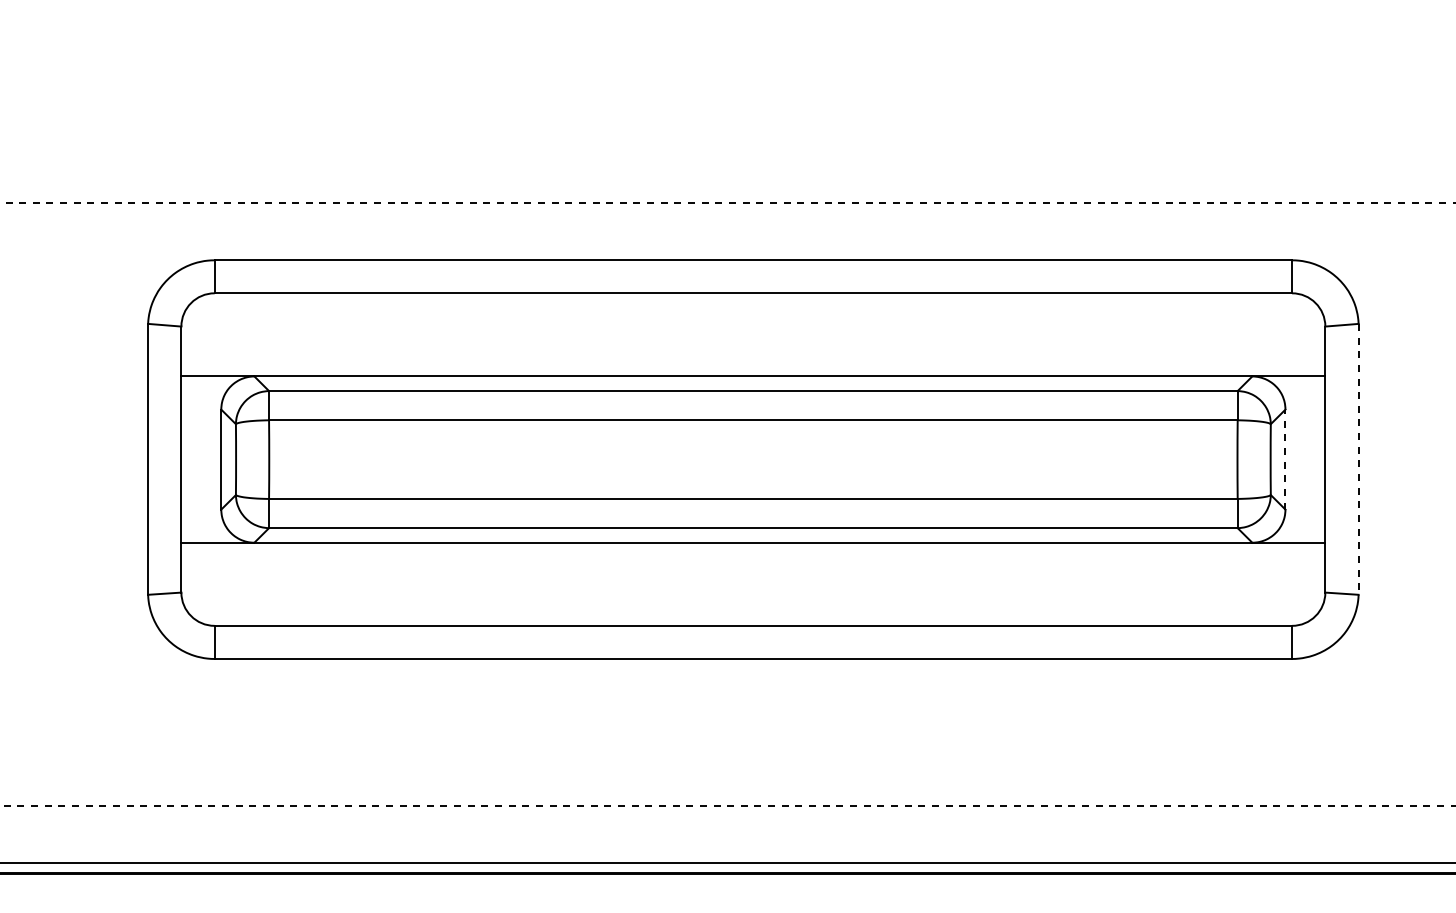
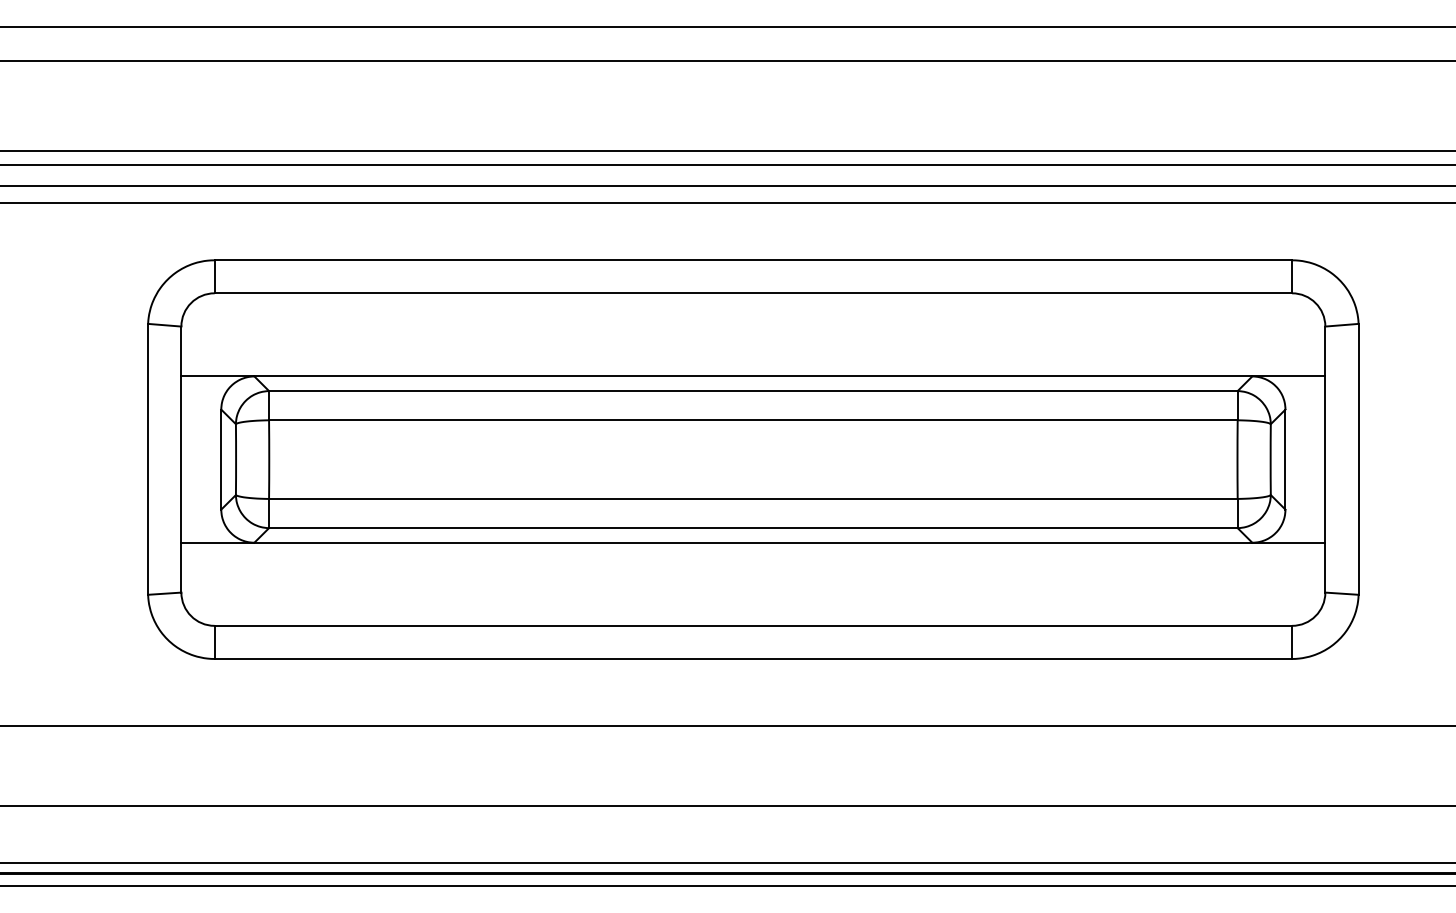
line at (727, 27): none -> present
line at (727, 60): none -> present
line at (727, 151): none -> present
line at (727, 164): none -> present
line at (727, 186): none -> present
line at (727, 203): dashed -> solid
line at (1285, 459): dashed -> solid
line at (1358, 459): dashed -> solid
line at (727, 725): none -> present
line at (728, 806): dashed -> solid
line at (727, 885): none -> present
